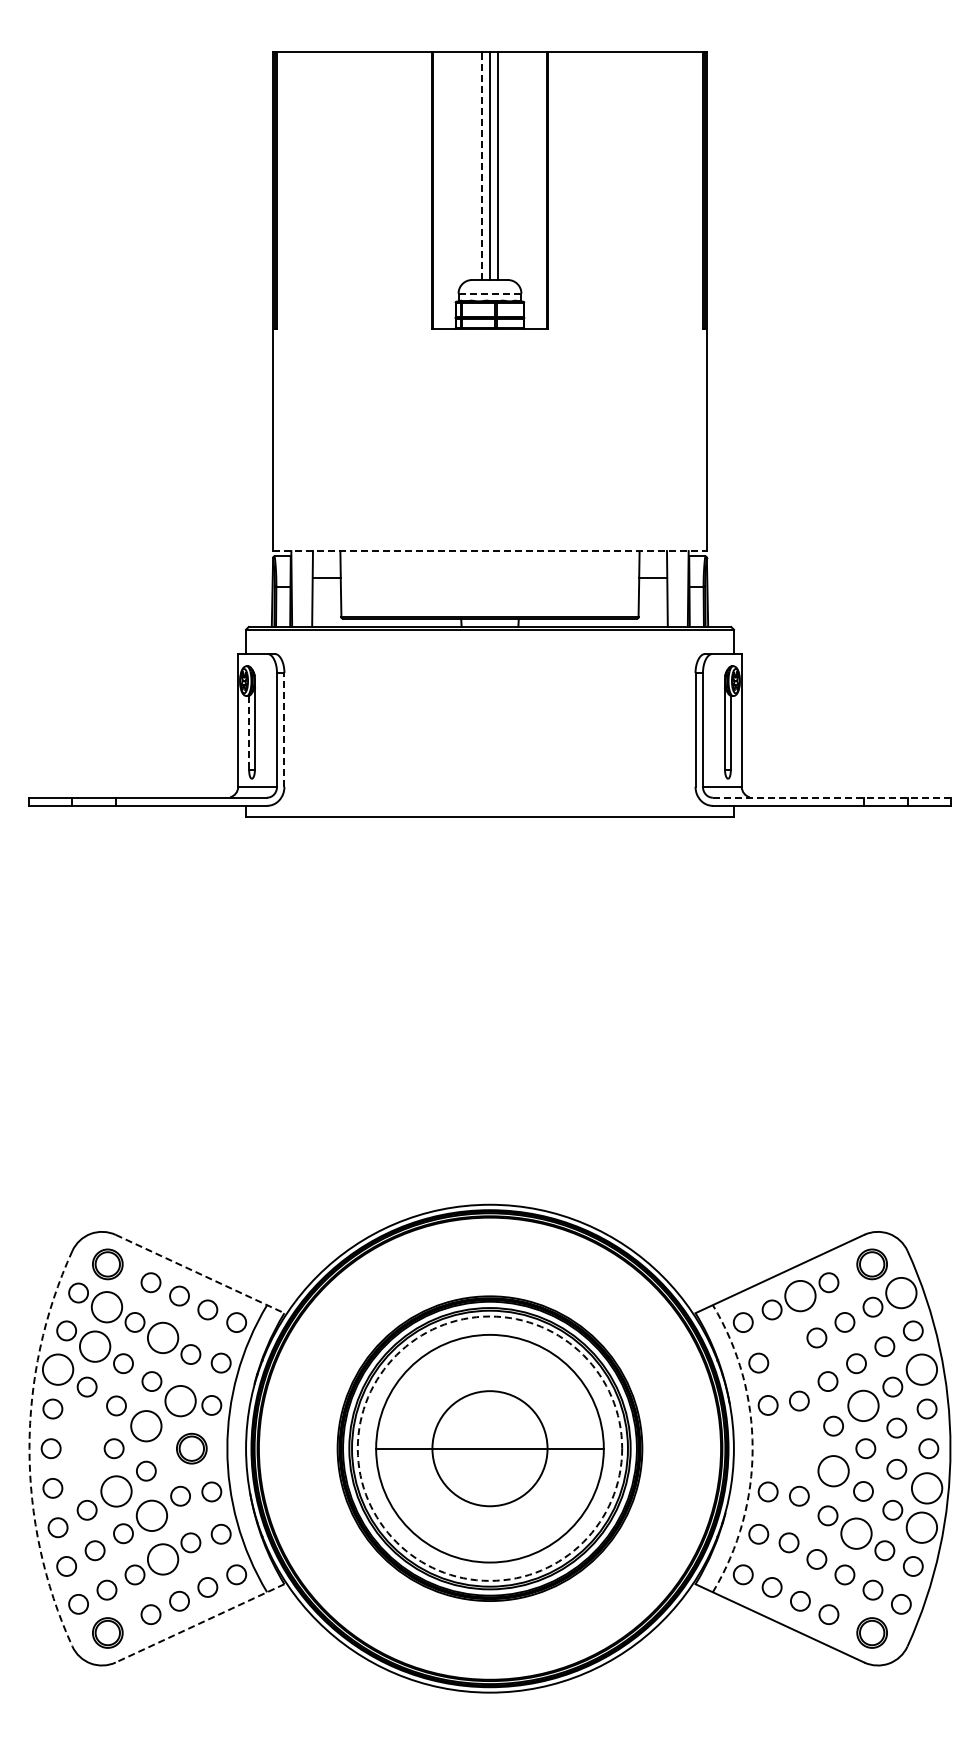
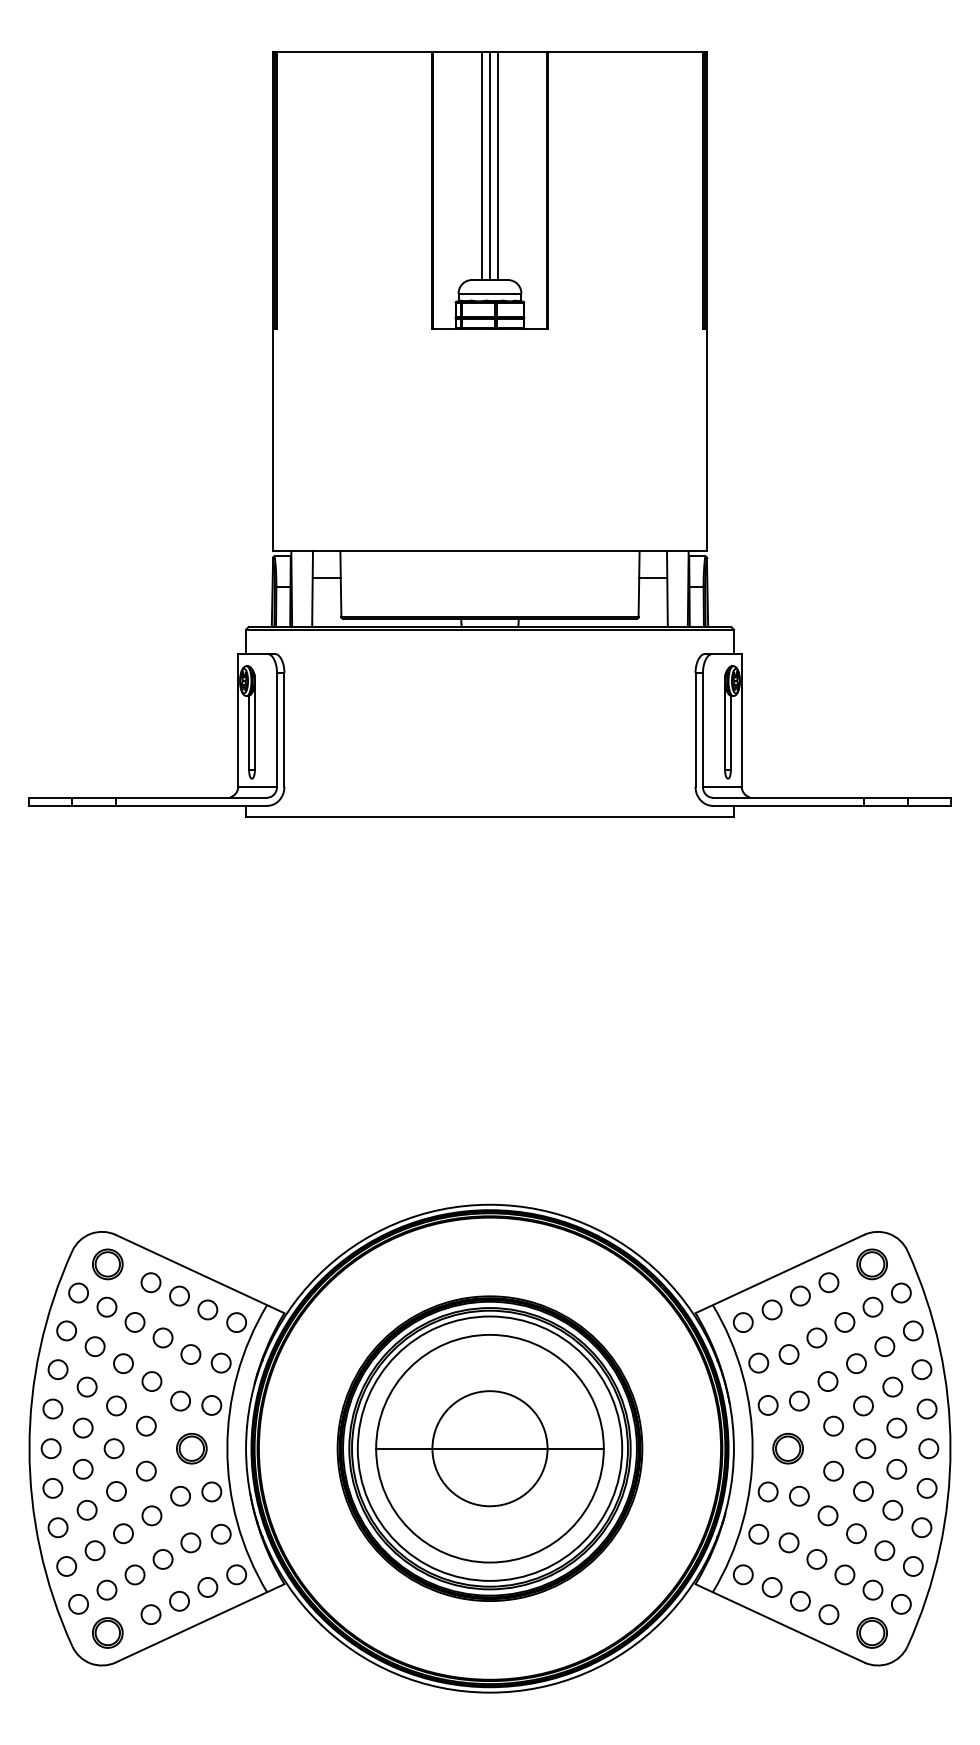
line at (481, 166): dashed -> solid
line at (490, 293): dashed -> solid
line at (489, 551): dashed -> solid
line at (284, 729): dashed -> solid
line at (249, 733): dashed -> solid
line at (831, 797): dashed -> solid
line at (200, 1274): dashed -> solid
circle at (901, 1292) diameter: 30 px -> 19 px
circle at (800, 1295) diameter: 30 px -> 19 px
circle at (106, 1307) diameter: 30 px -> 19 px
circle at (162, 1337) diameter: 30 px -> 19 px
circle at (94, 1346) diameter: 30 px -> 19 px
circle at (788, 1354): none -> present
circle at (57, 1369) diameter: 30 px -> 19 px
circle at (921, 1369) diameter: 30 px -> 19 px
circle at (180, 1400) diameter: 30 px -> 19 px
circle at (863, 1405) diameter: 30 px -> 19 px
circle at (146, 1426) diameter: 30 px -> 19 px
circle at (82, 1427): none -> present
arc at (29, 1448): dashed -> solid
circle at (489, 1448): dashed -> solid
arc at (752, 1448): dashed -> solid
part at (787, 1448): none -> present
circle at (82, 1468): none -> present
circle at (833, 1471) diameter: 30 px -> 19 px
circle at (926, 1488) diameter: 30 px -> 19 px
circle at (116, 1491) diameter: 30 px -> 19 px
circle at (151, 1515) diameter: 30 px -> 19 px
circle at (921, 1527) diameter: 30 px -> 19 px
circle at (856, 1533) diameter: 30 px -> 19 px
circle at (162, 1559) diameter: 30 px -> 19 px
line at (200, 1623): dashed -> solid
